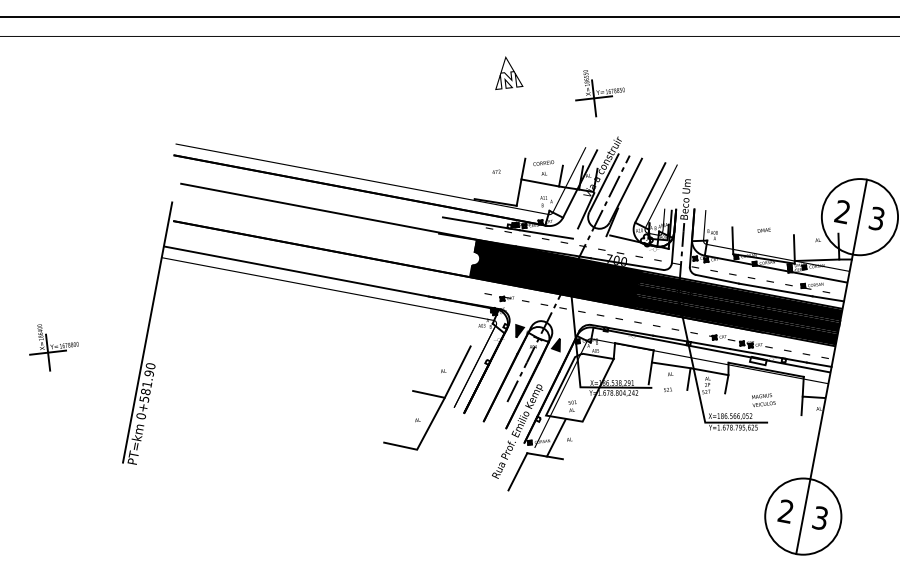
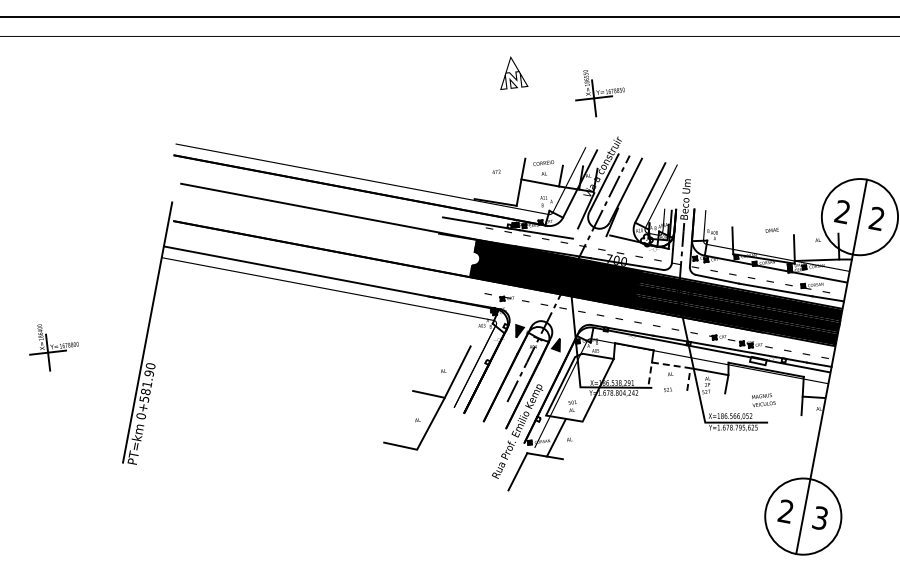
part at (509, 72) position: (509, 72) -> (514, 72)
text at (876, 218): 3 -> 2
text at (763, 230) position: (763, 230) -> (771, 230)
line at (671, 365): solid -> dashed
